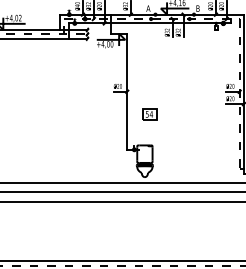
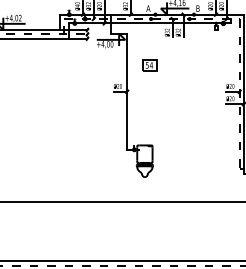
part at (149, 114) position: (149, 114) -> (149, 65)
line at (122, 182): present -> none
line at (122, 191): present -> none
